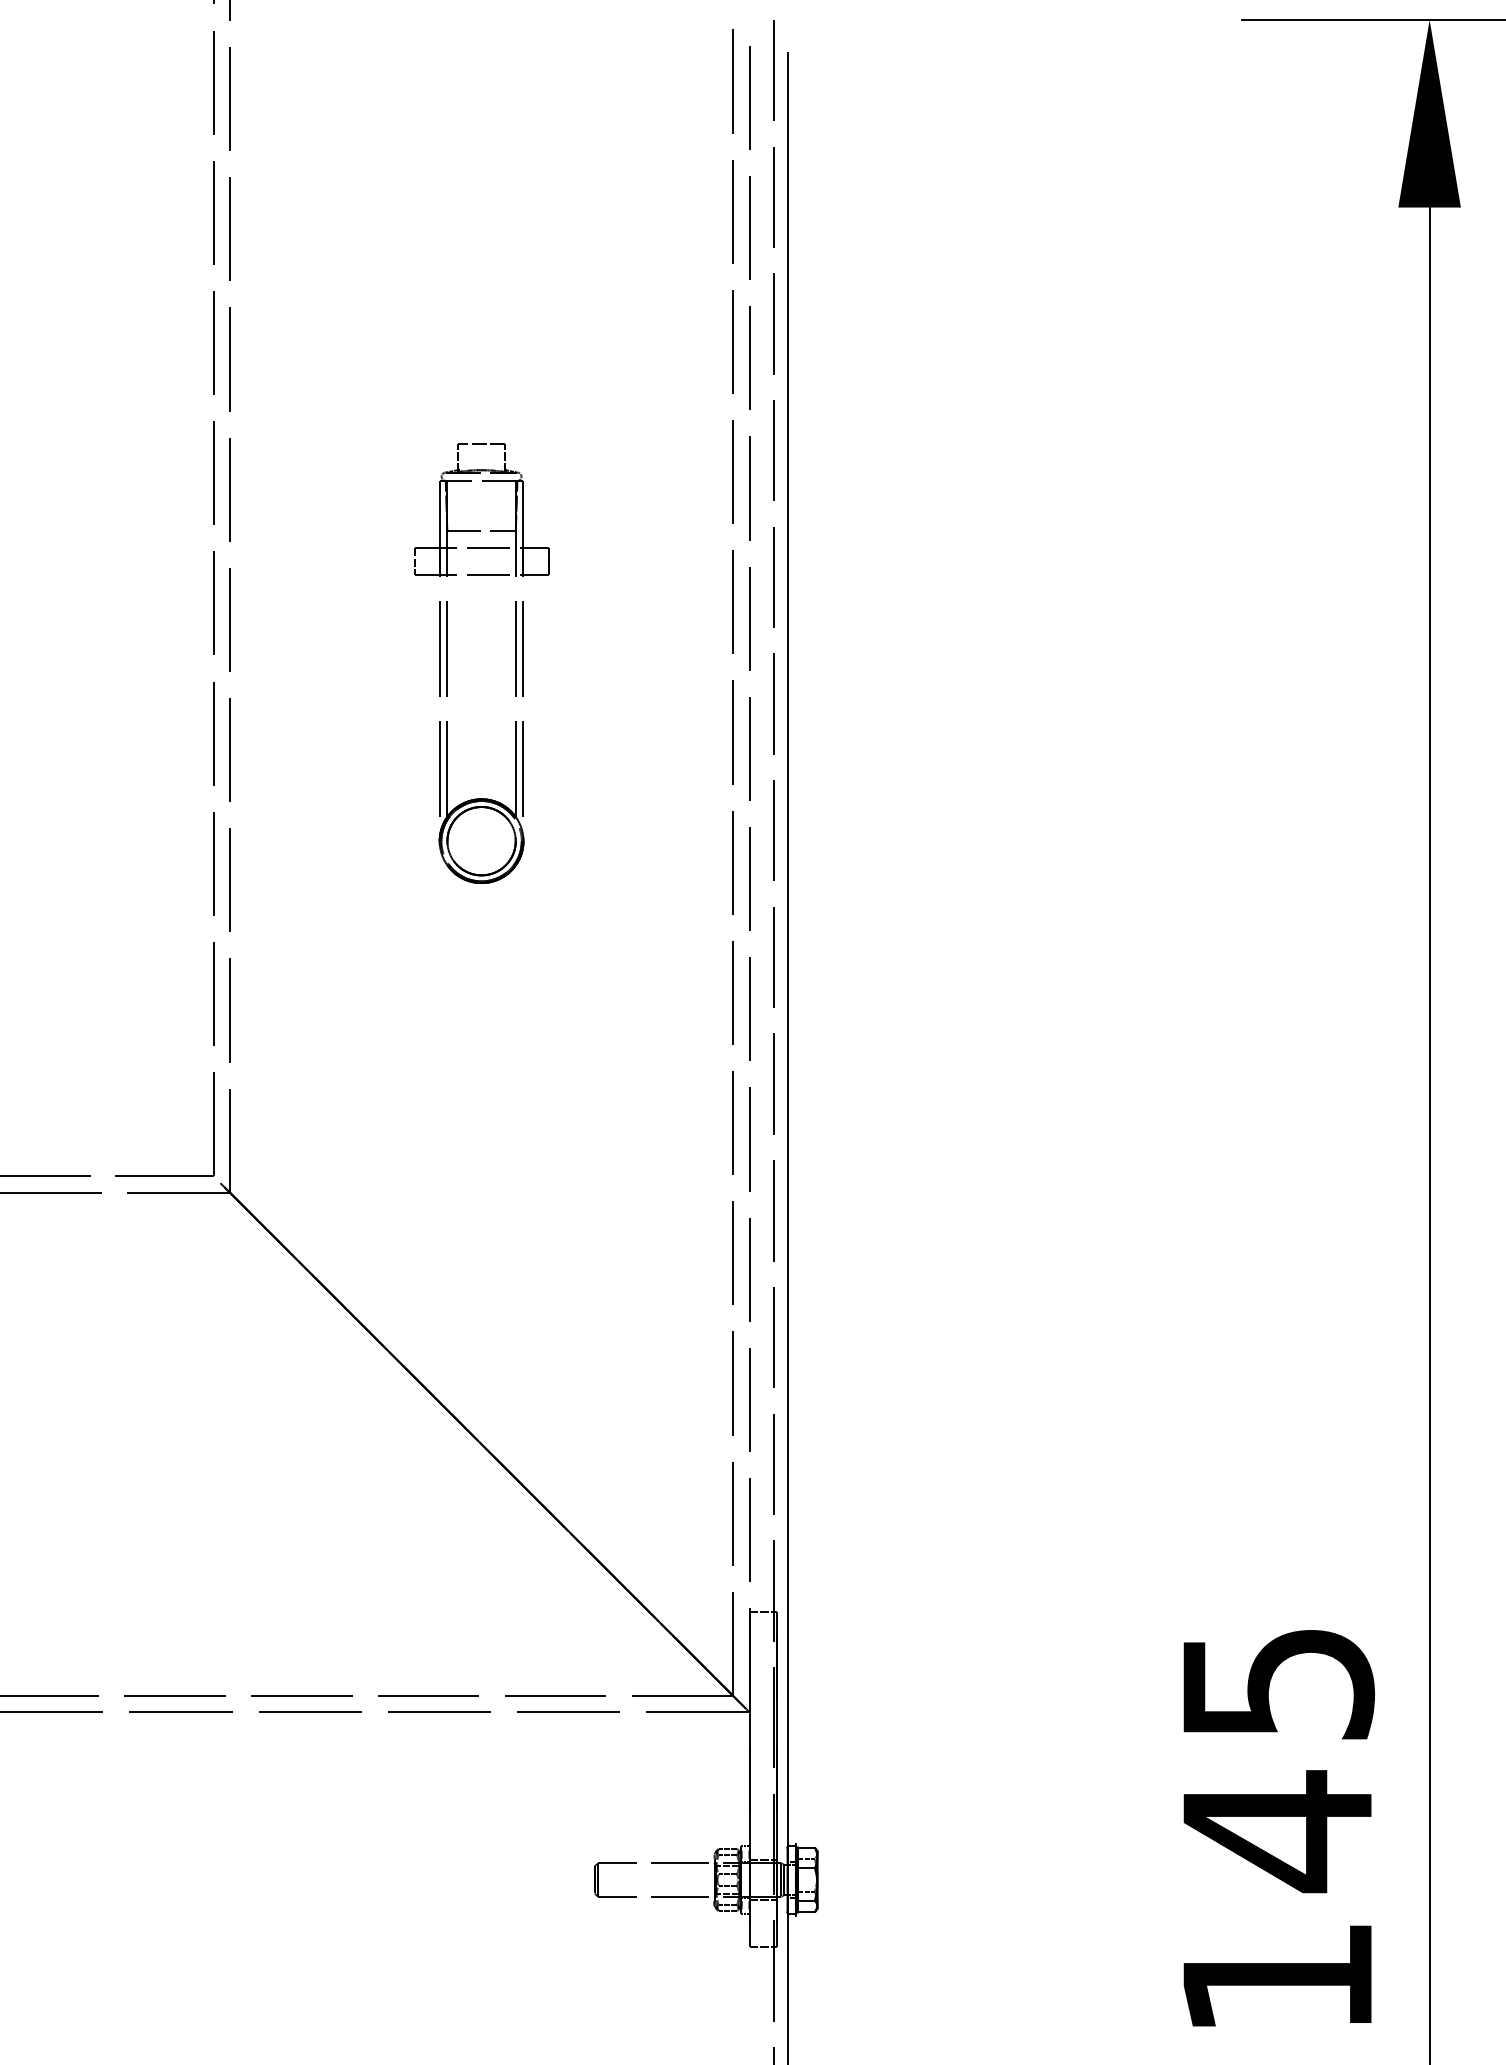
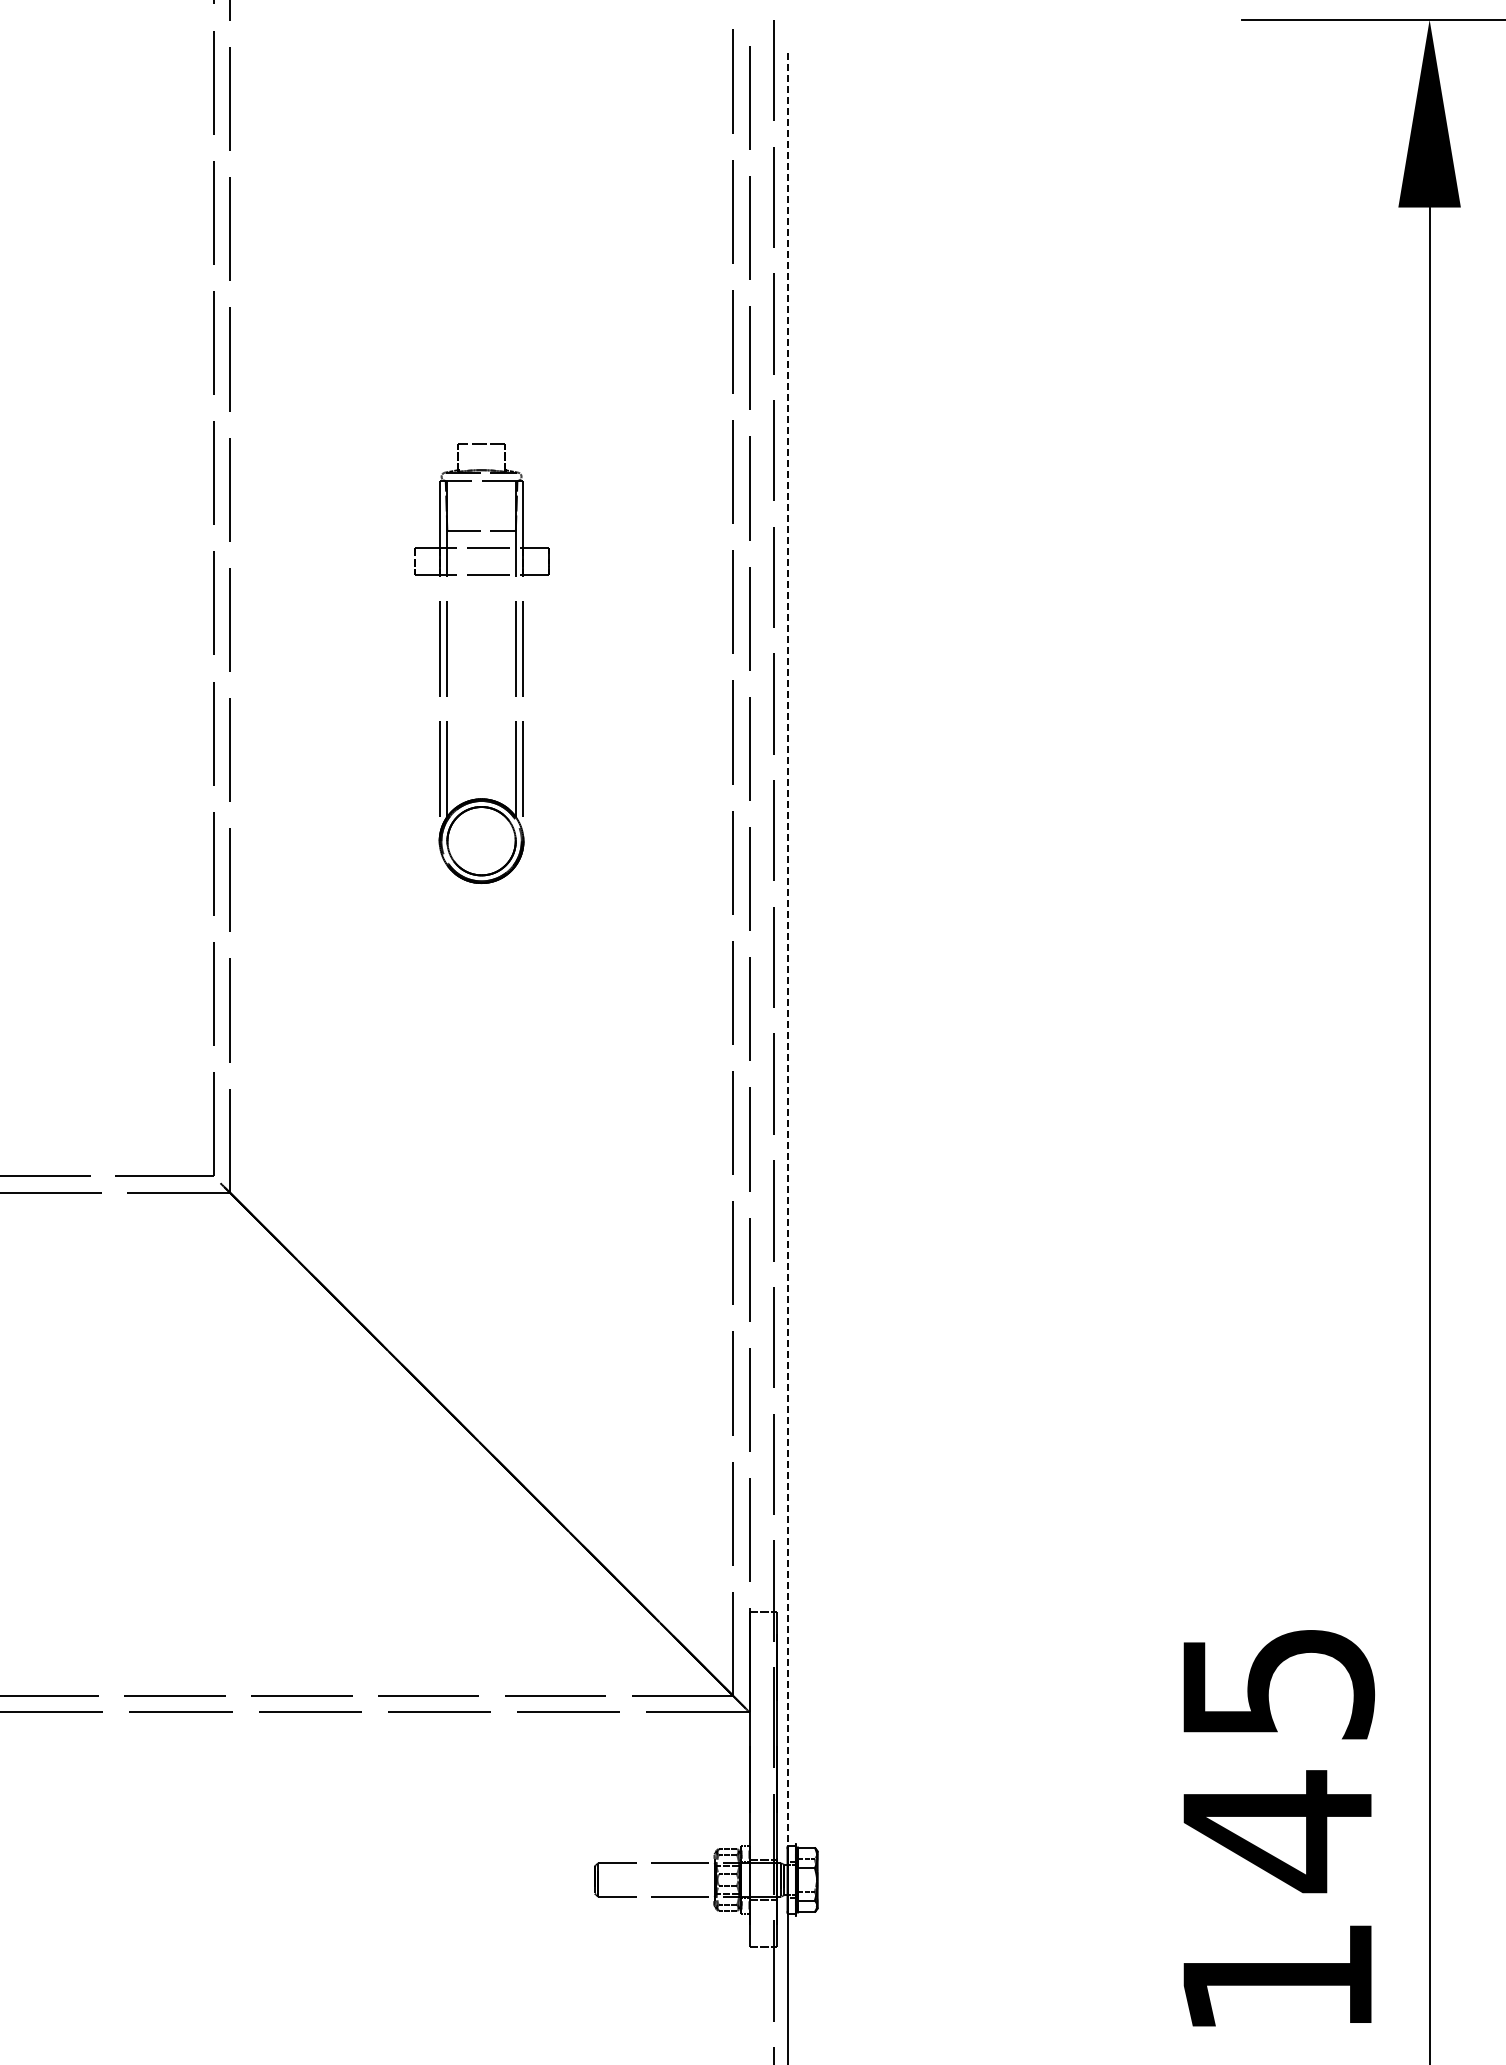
line at (787, 949): solid -> dashed
